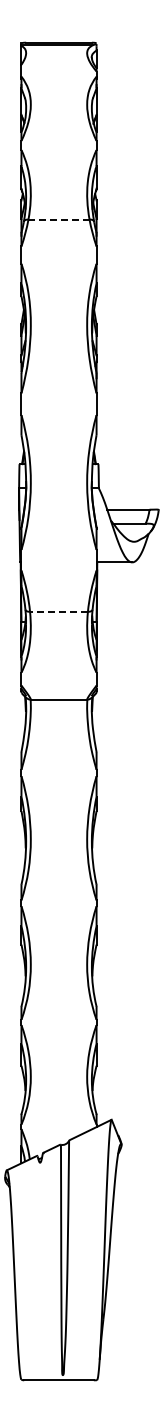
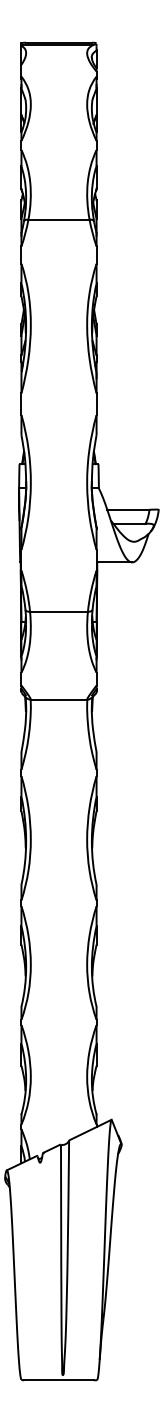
line at (59, 219): dashed -> solid
line at (58, 611): dashed -> solid
